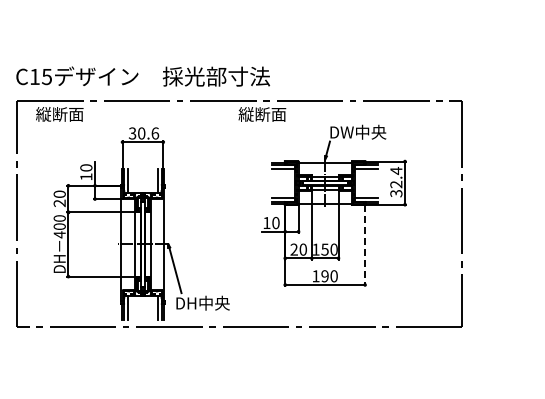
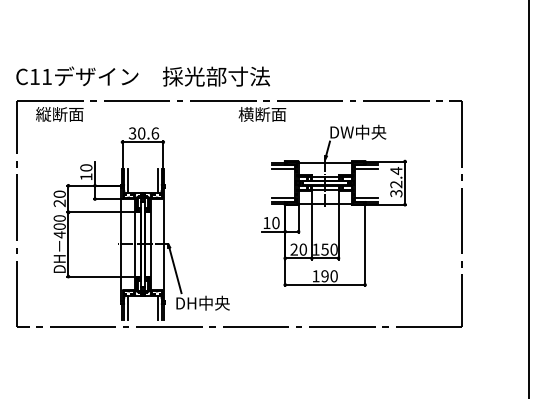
text at (46, 77): C15 -> C11
text at (245, 114): 縦断面 -> 横断面
line at (528, 198): none -> present
line at (365, 245): dashed -> solid
